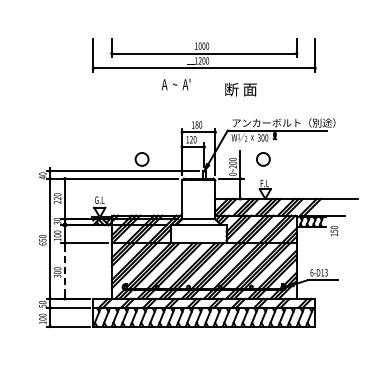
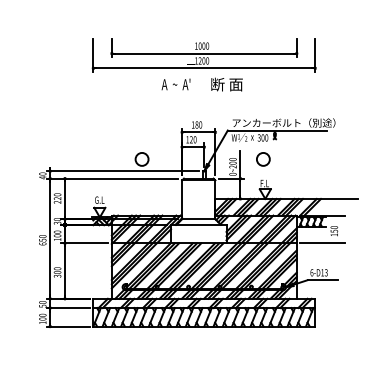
text at (240, 89) position: (240, 89) -> (226, 84)
line at (322, 243): none -> present
line at (65, 271): dashed -> solid
